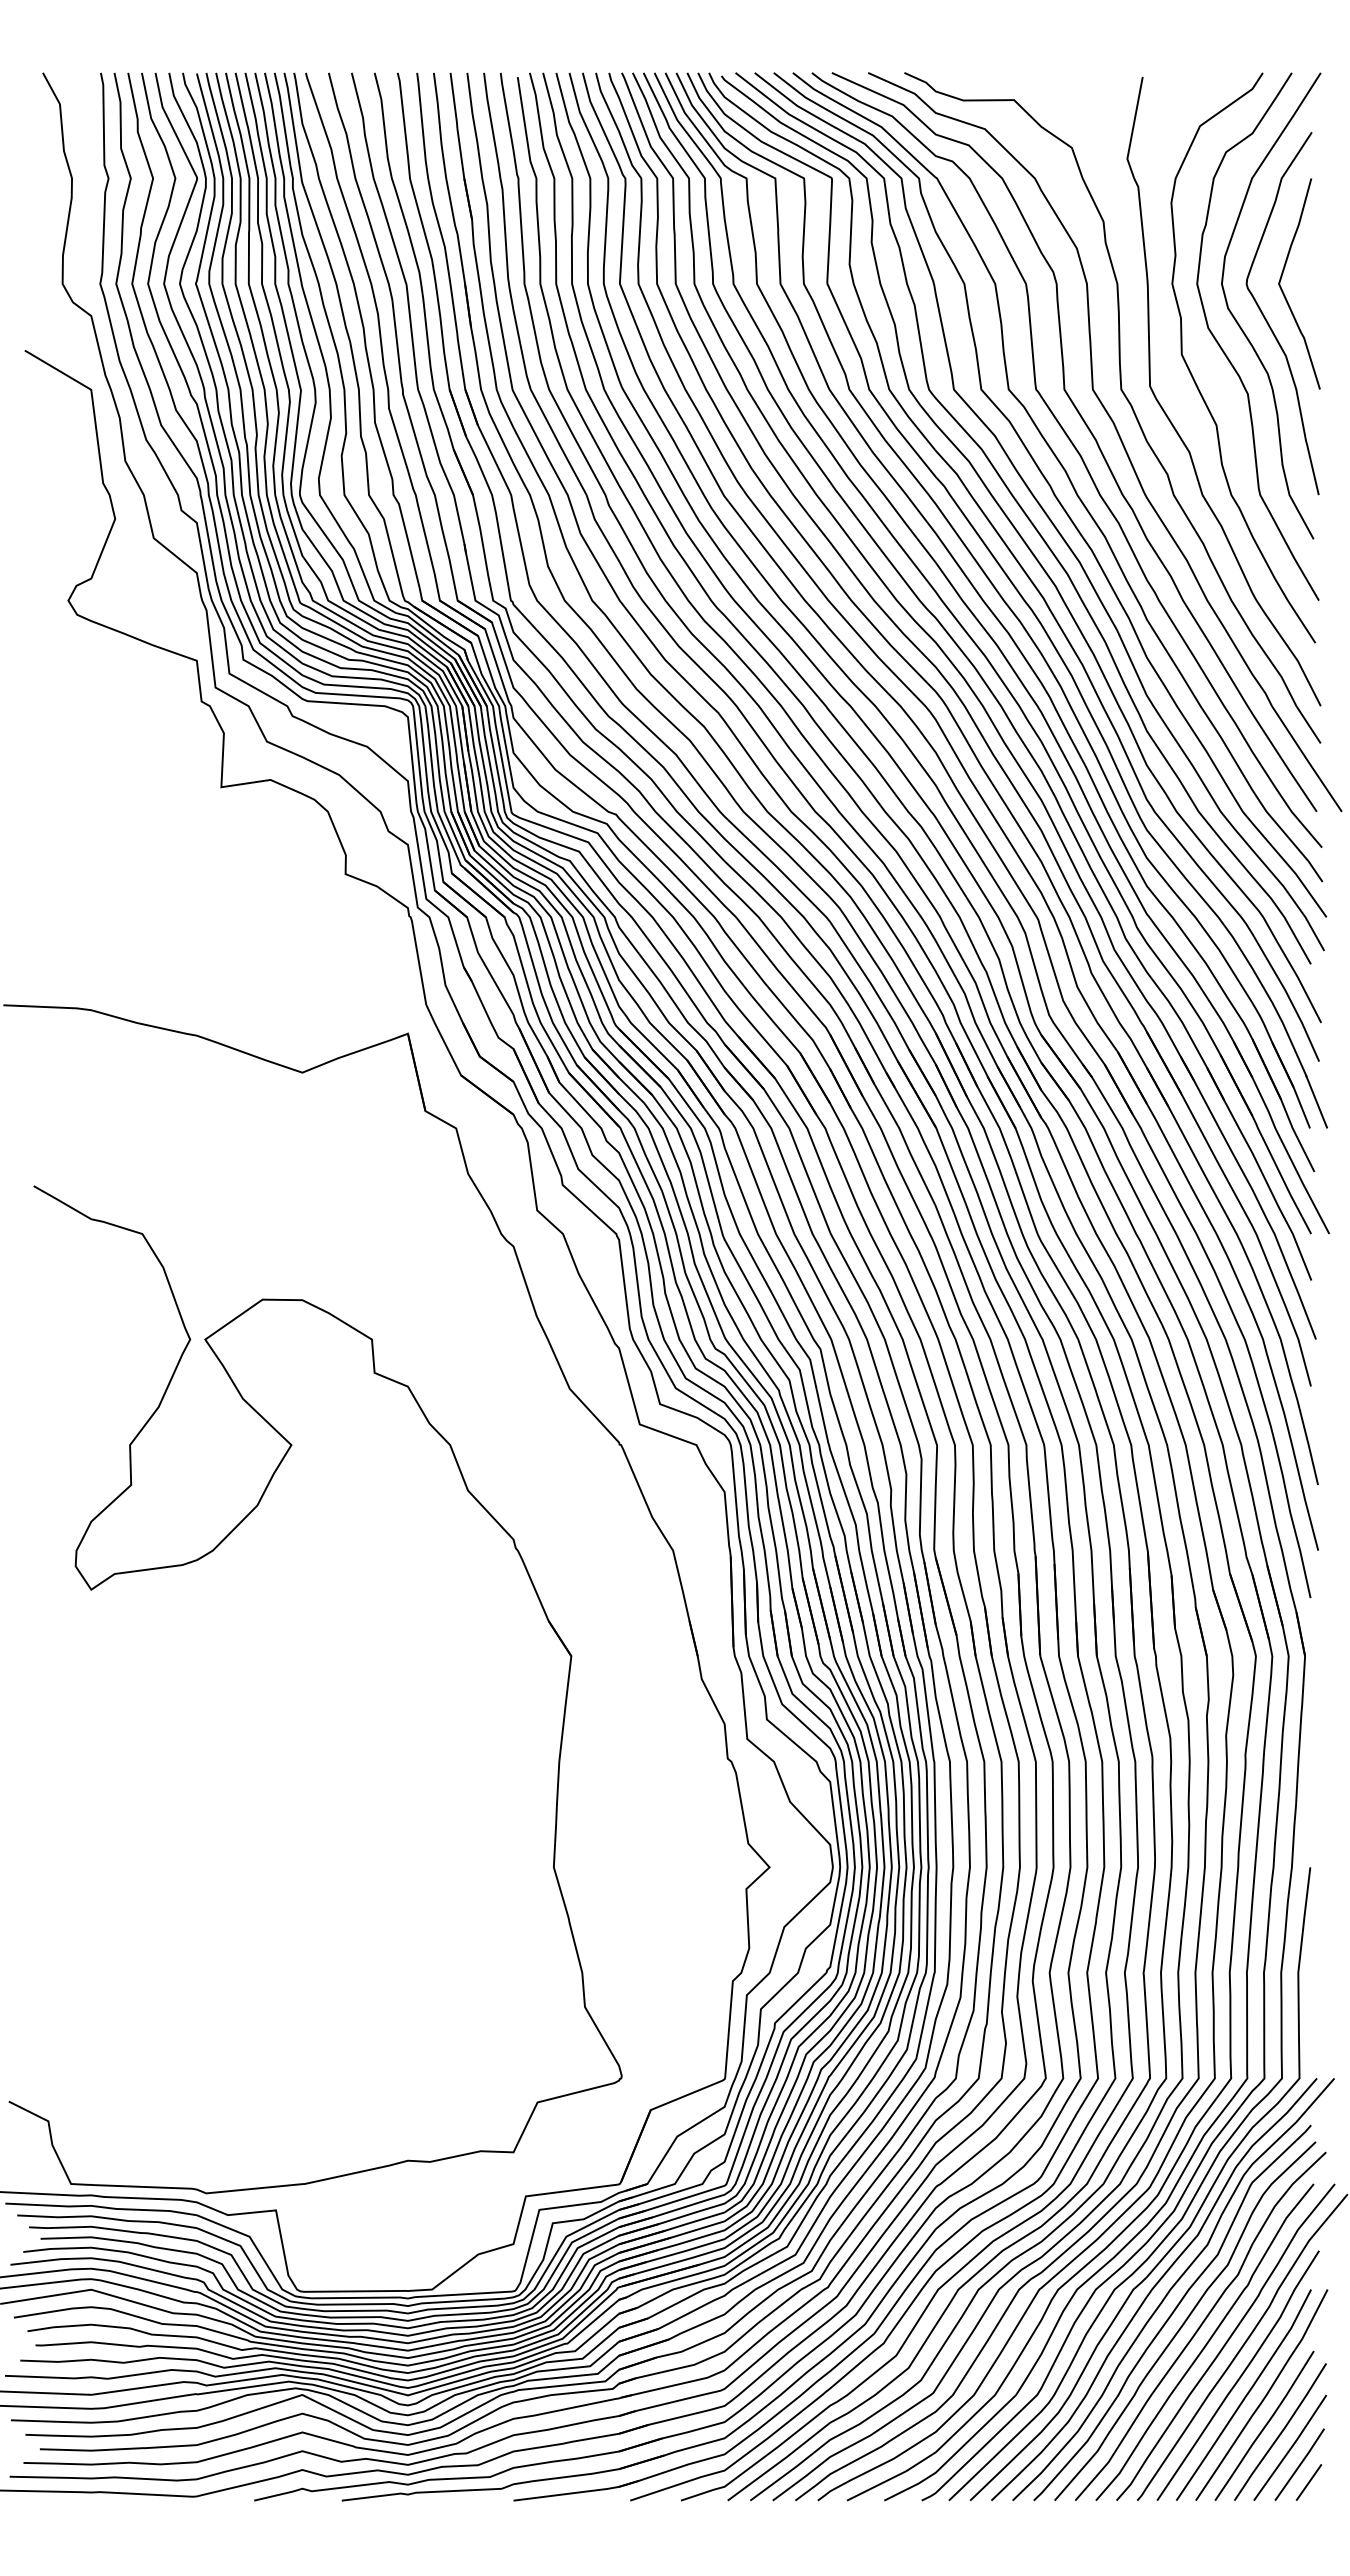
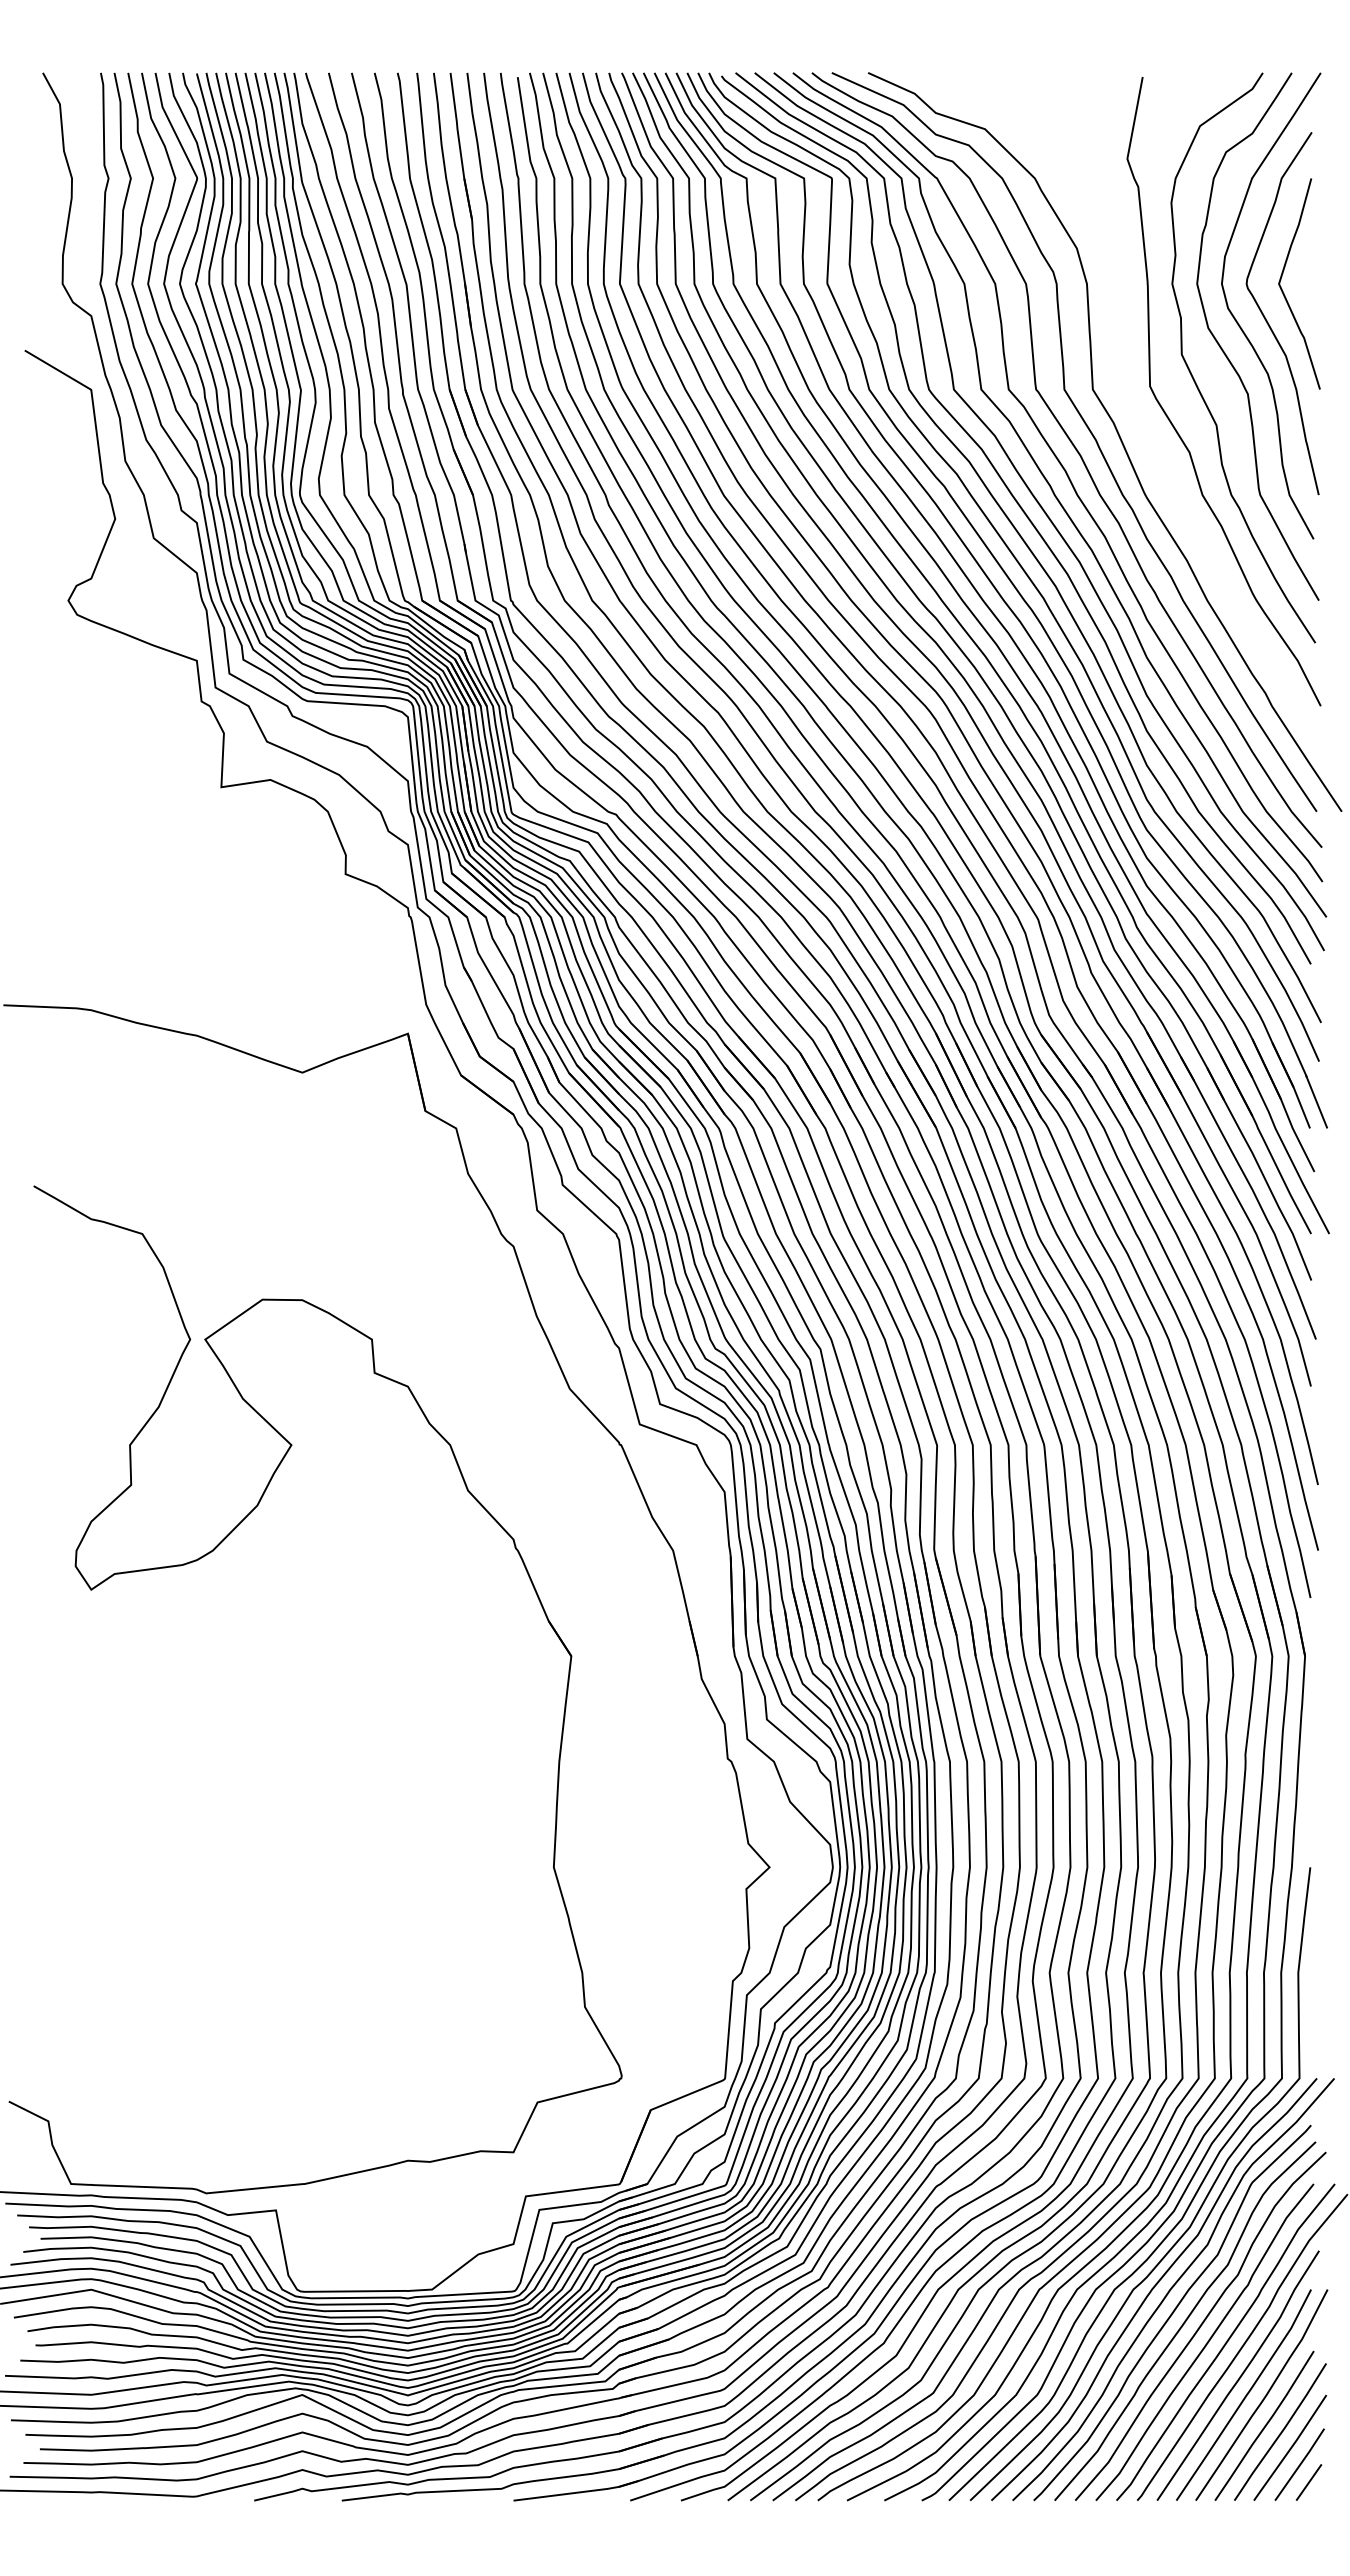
curve at (1125, 398): present -> none
